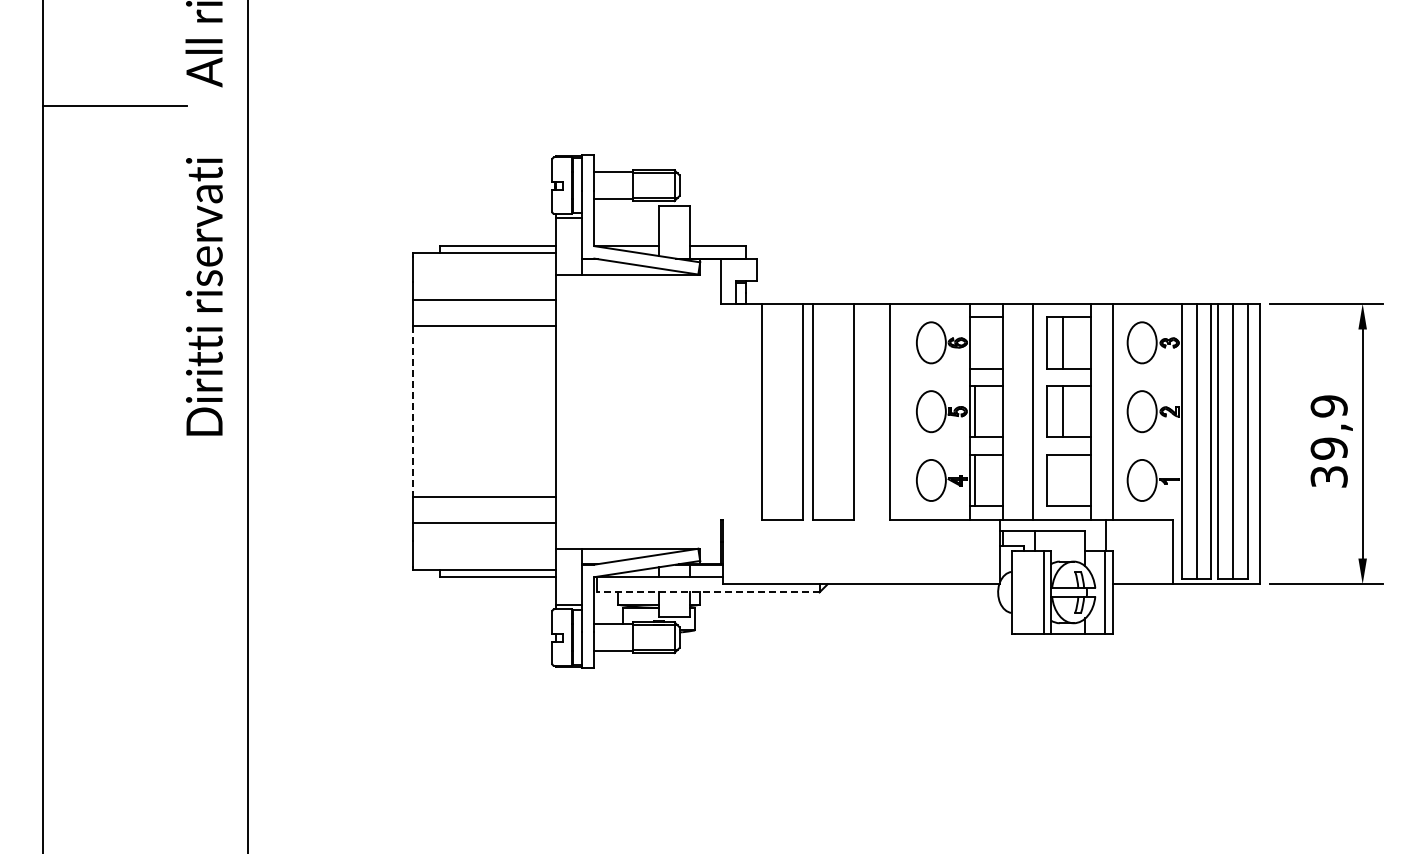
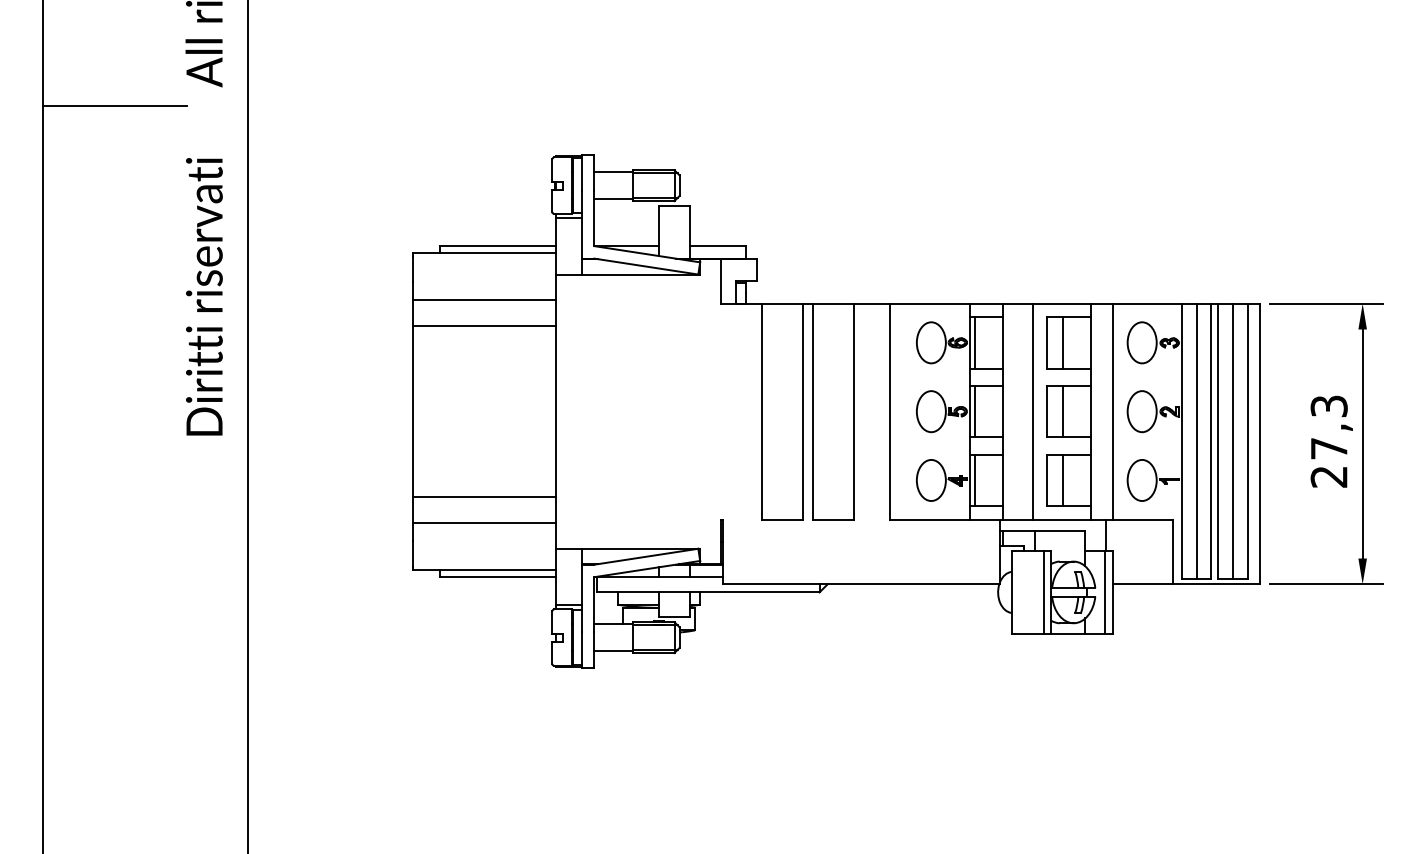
line at (974, 342): none -> present
line at (412, 411): dashed -> solid
text at (1328, 441): 39,9 -> 27,3
line at (1063, 480): none -> present
line at (708, 592): dashed -> solid
